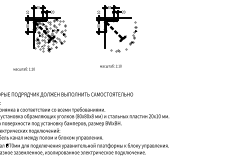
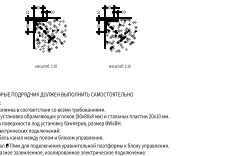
hatch at (118, 33): none -> present
text at (110, 65) position: (110, 65) -> (119, 65)
text at (23, 68) position: (23, 68) -> (45, 65)
